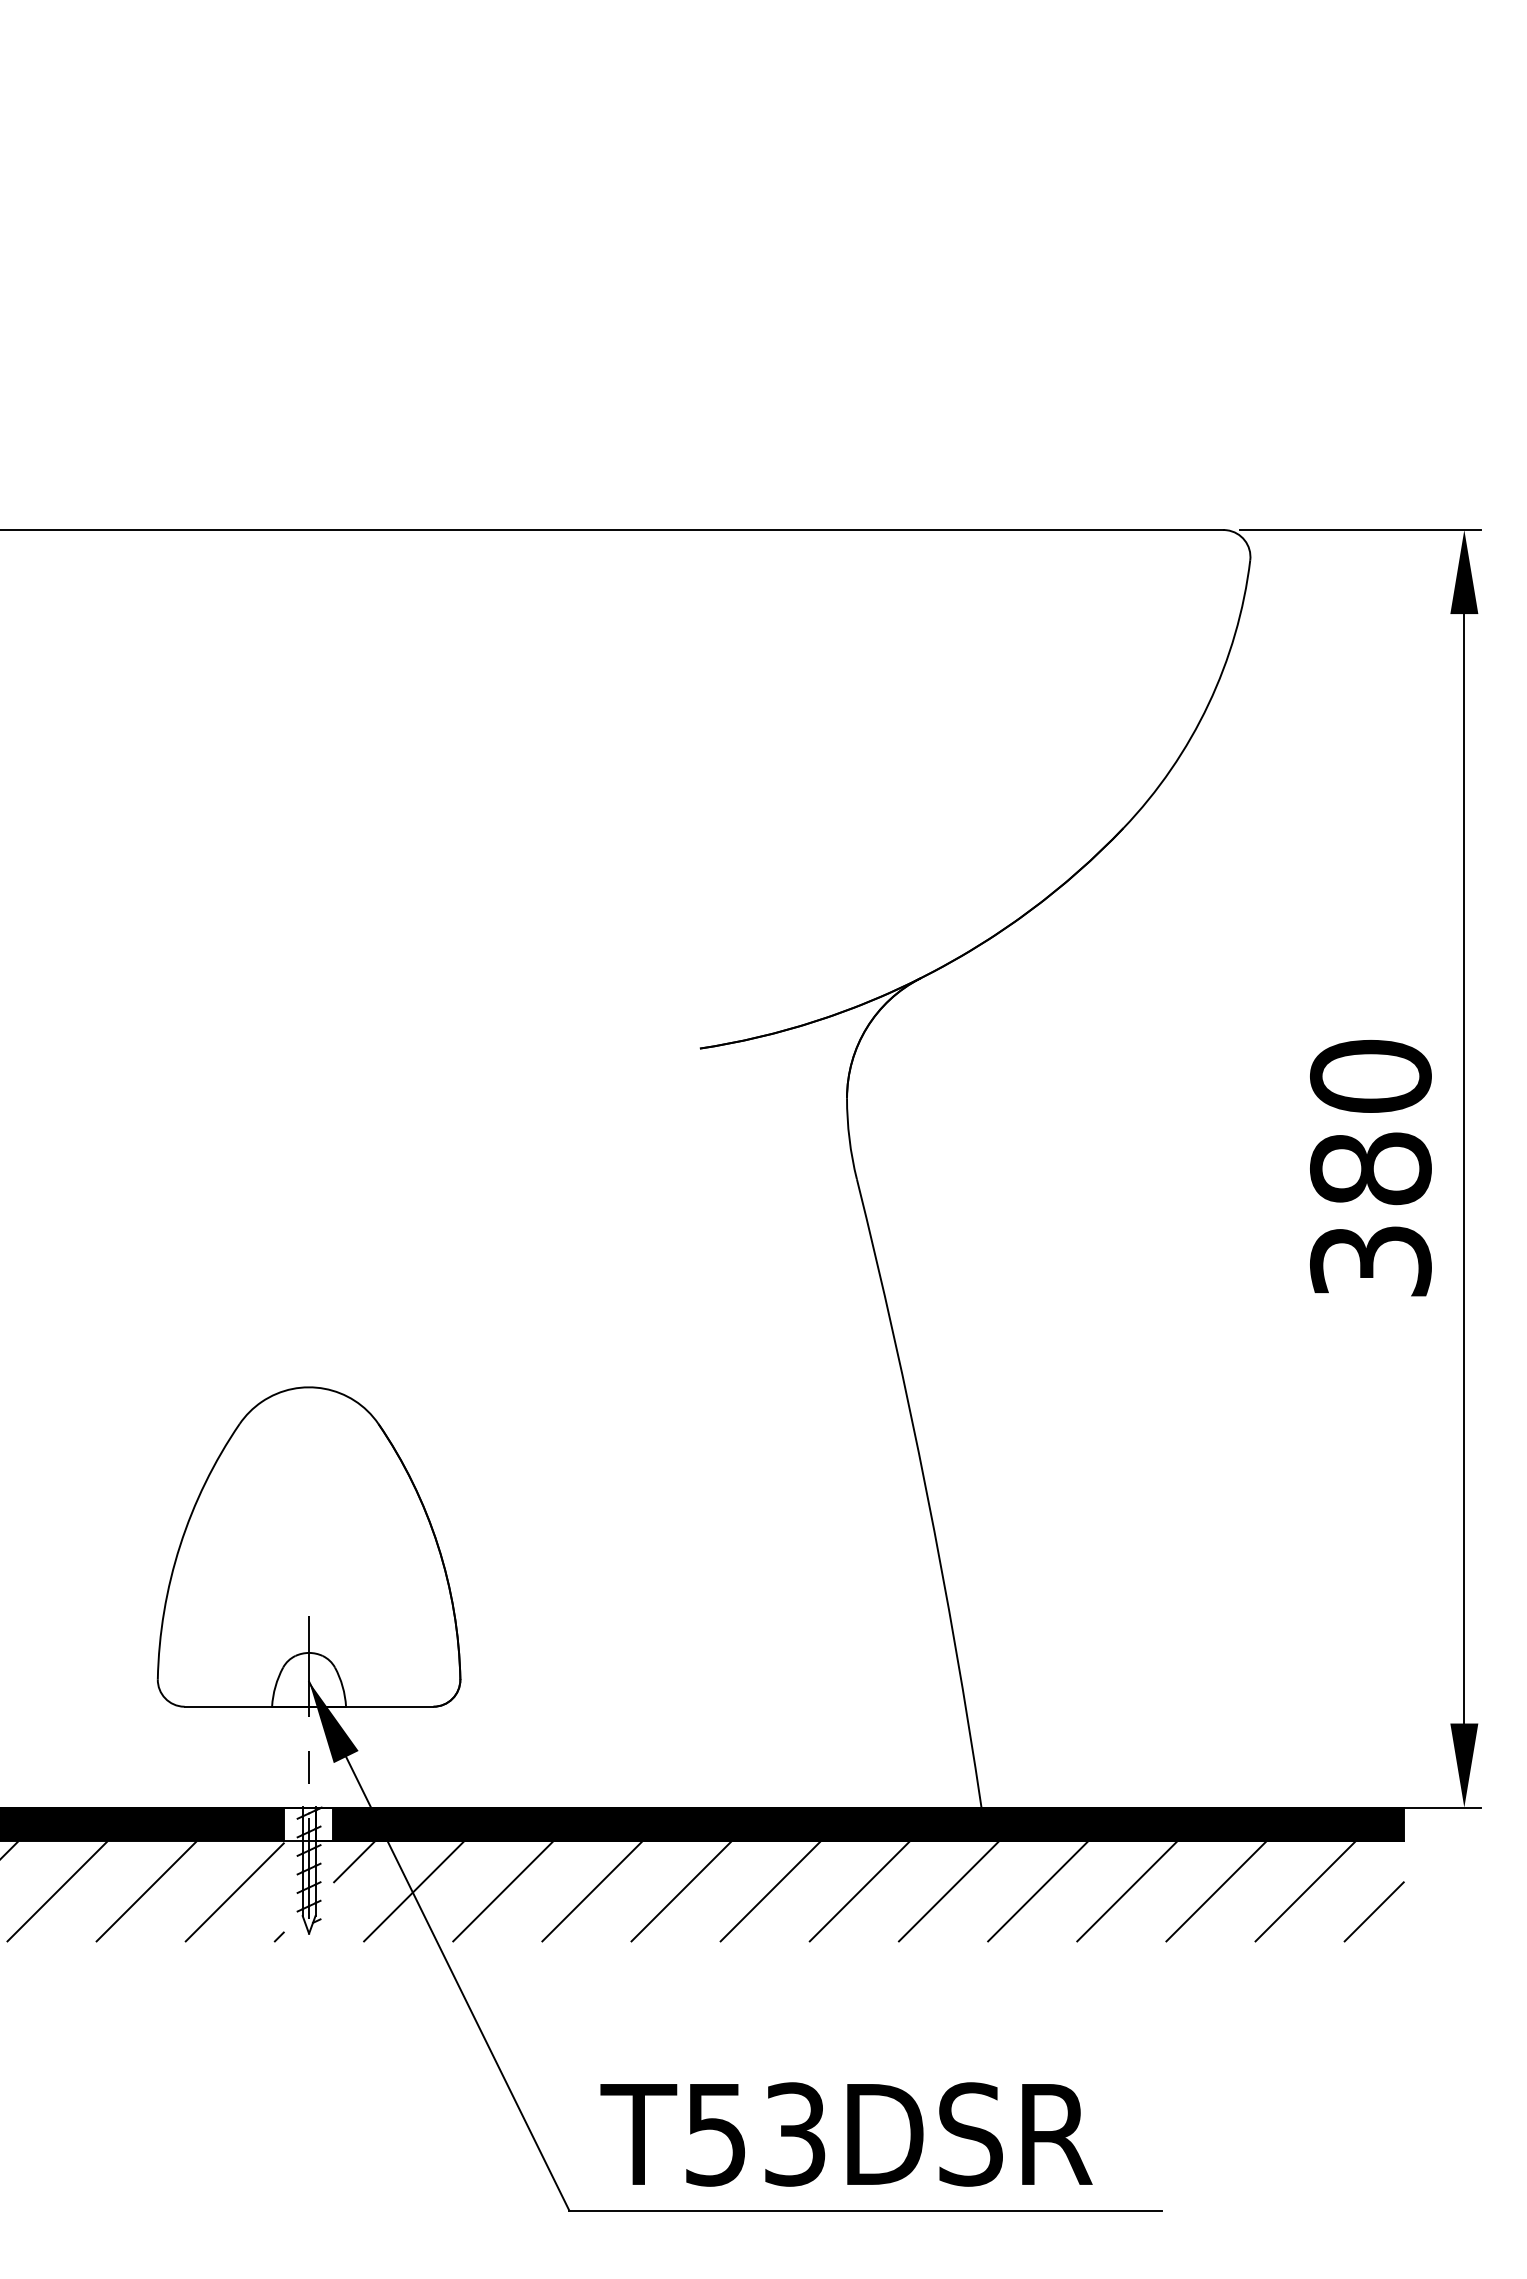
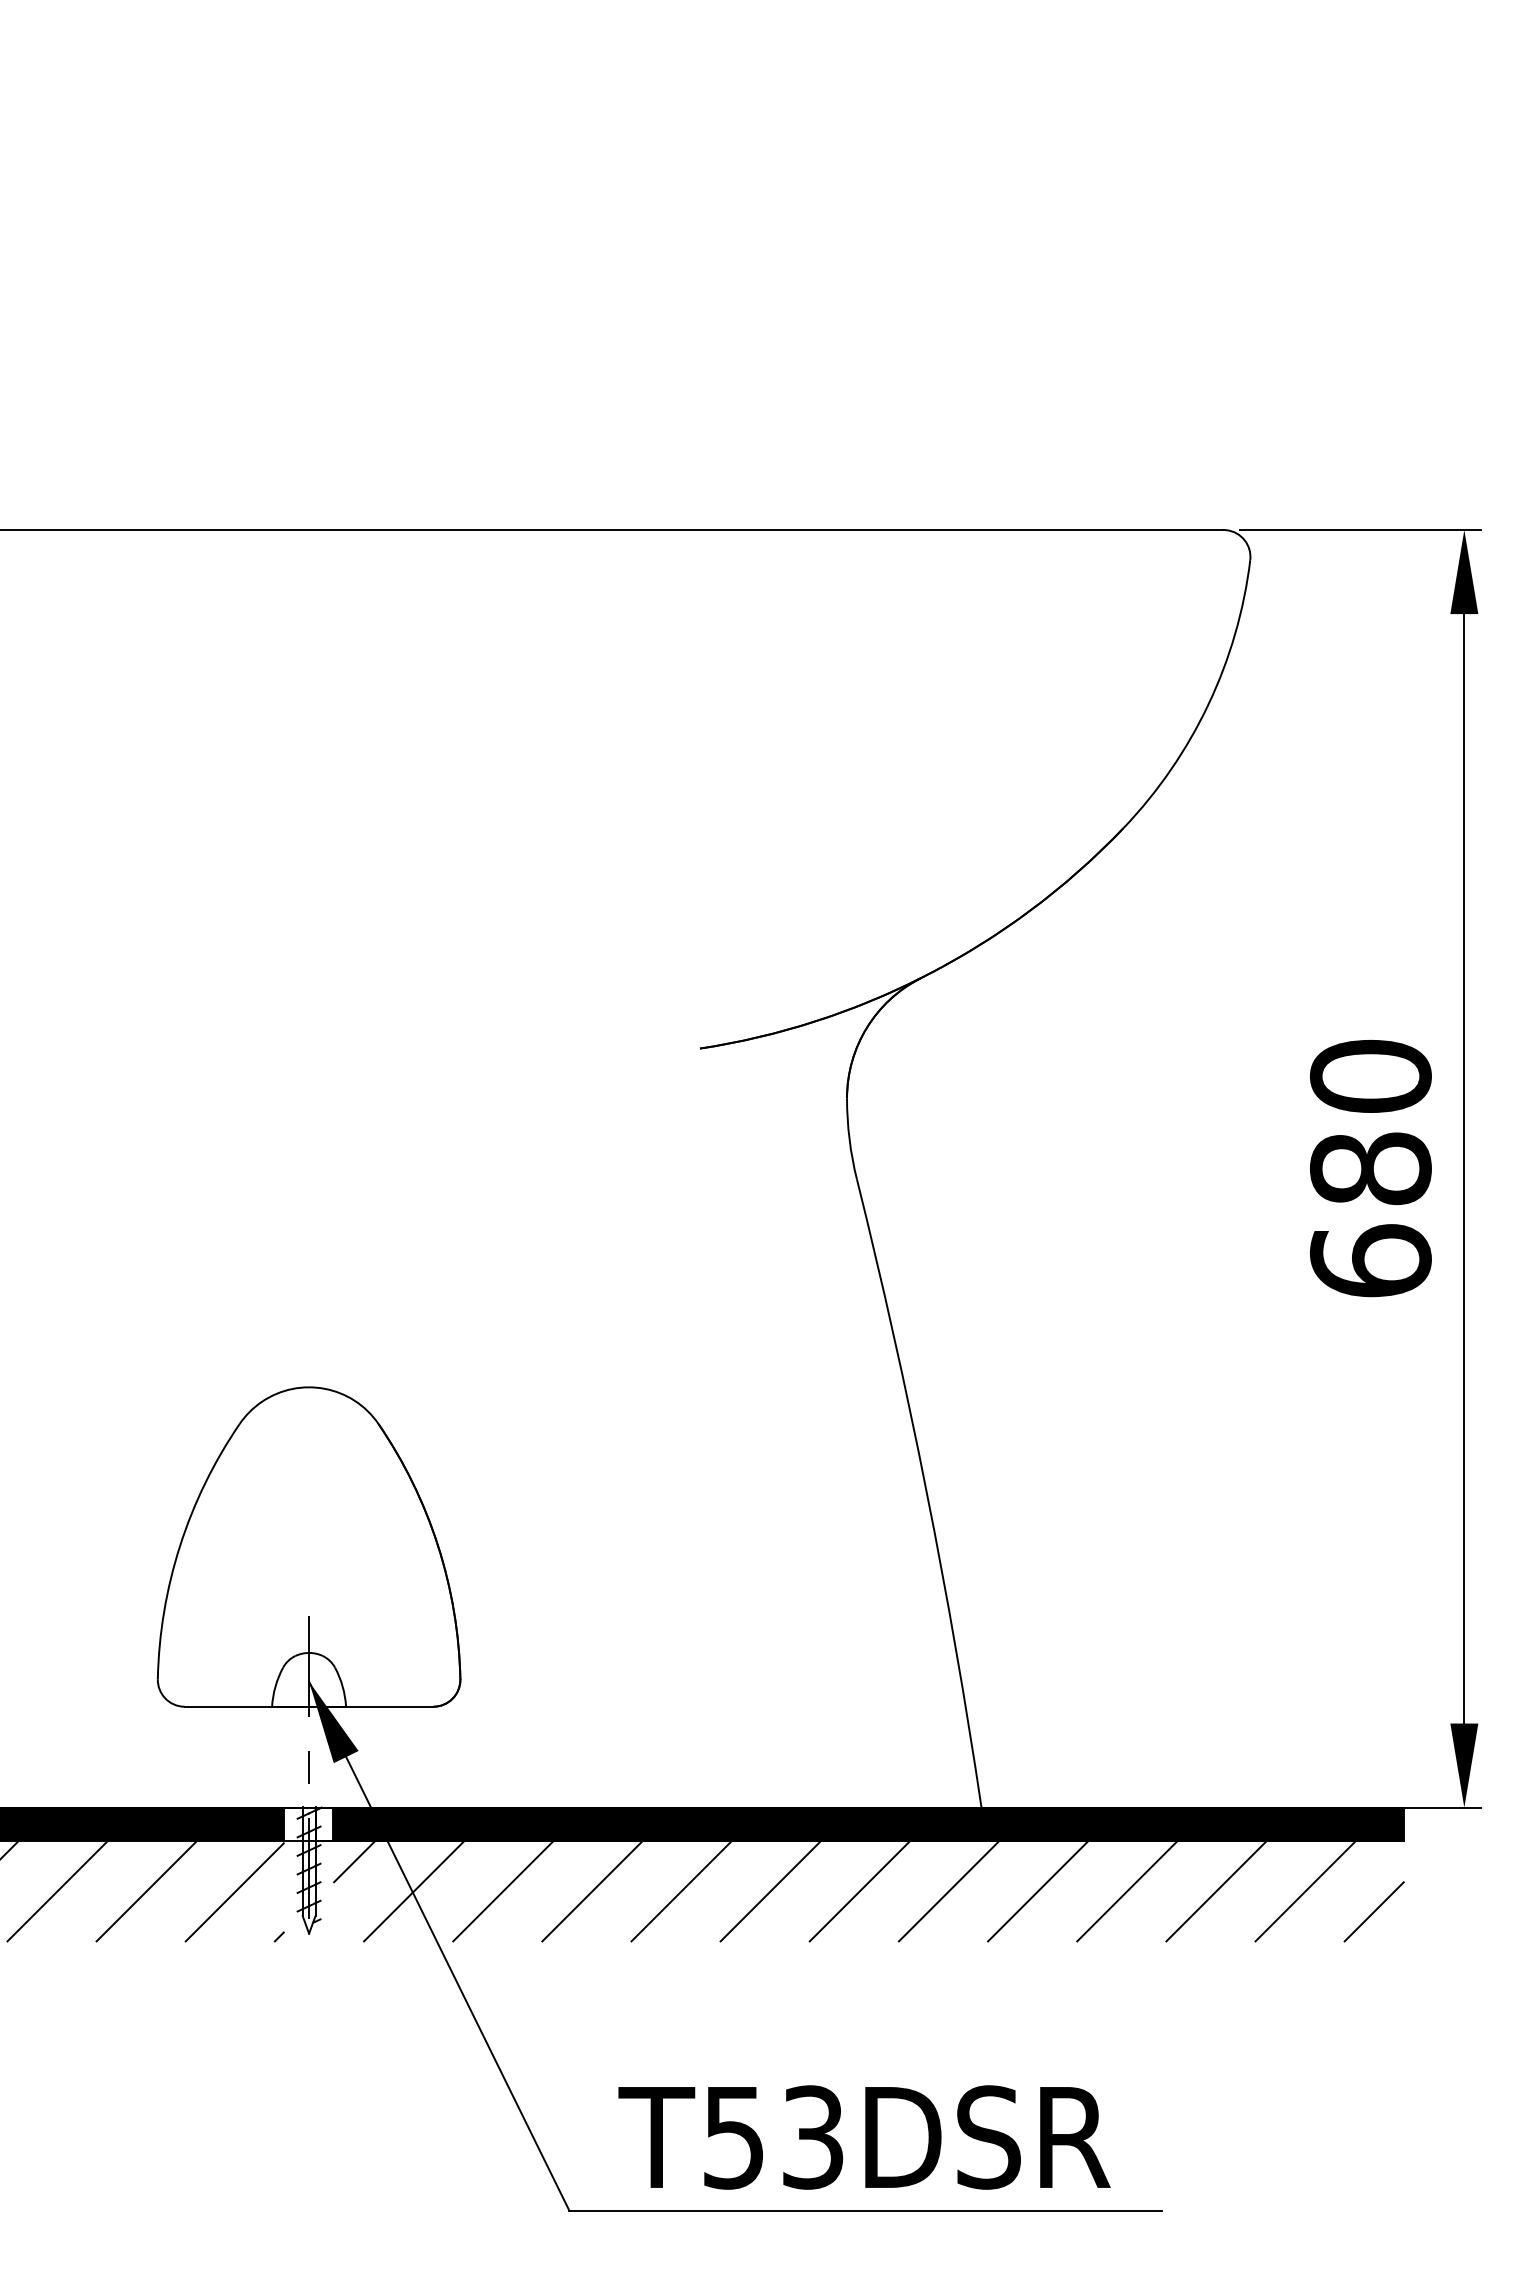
text at (1370, 1260): 380 -> 680
text at (846, 2134) position: (846, 2134) -> (864, 2137)
